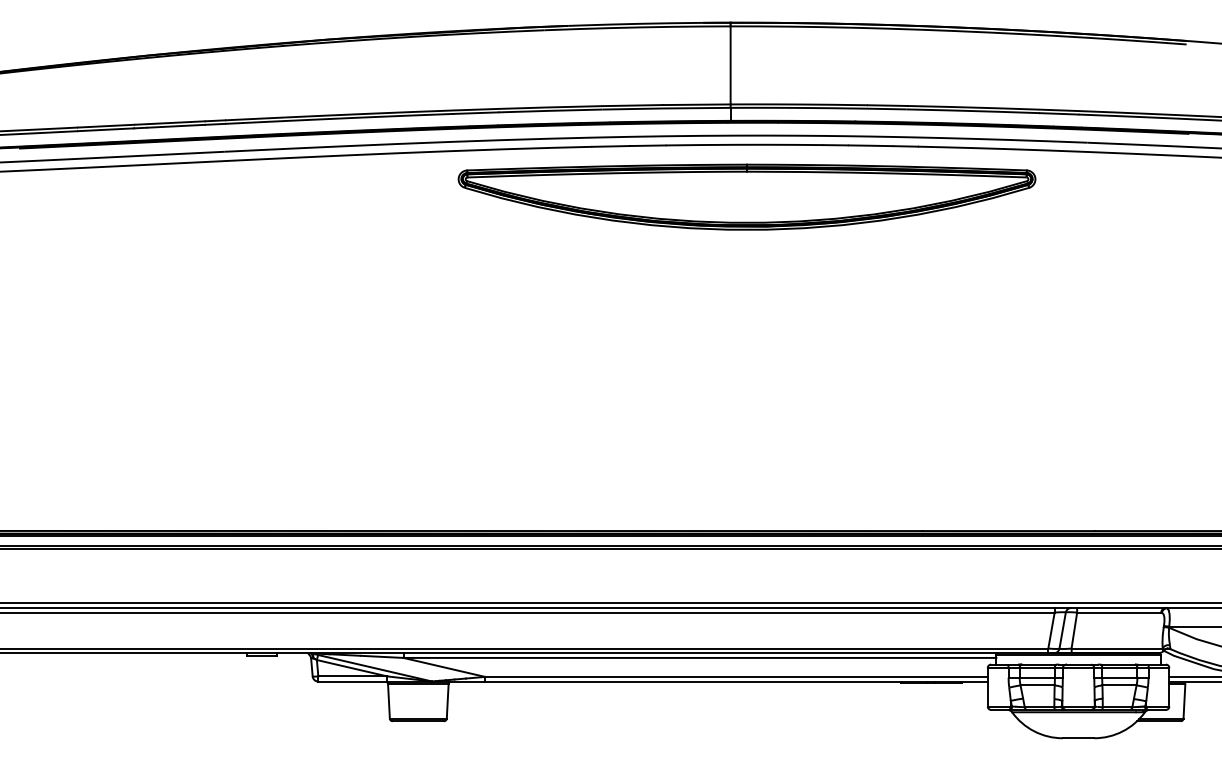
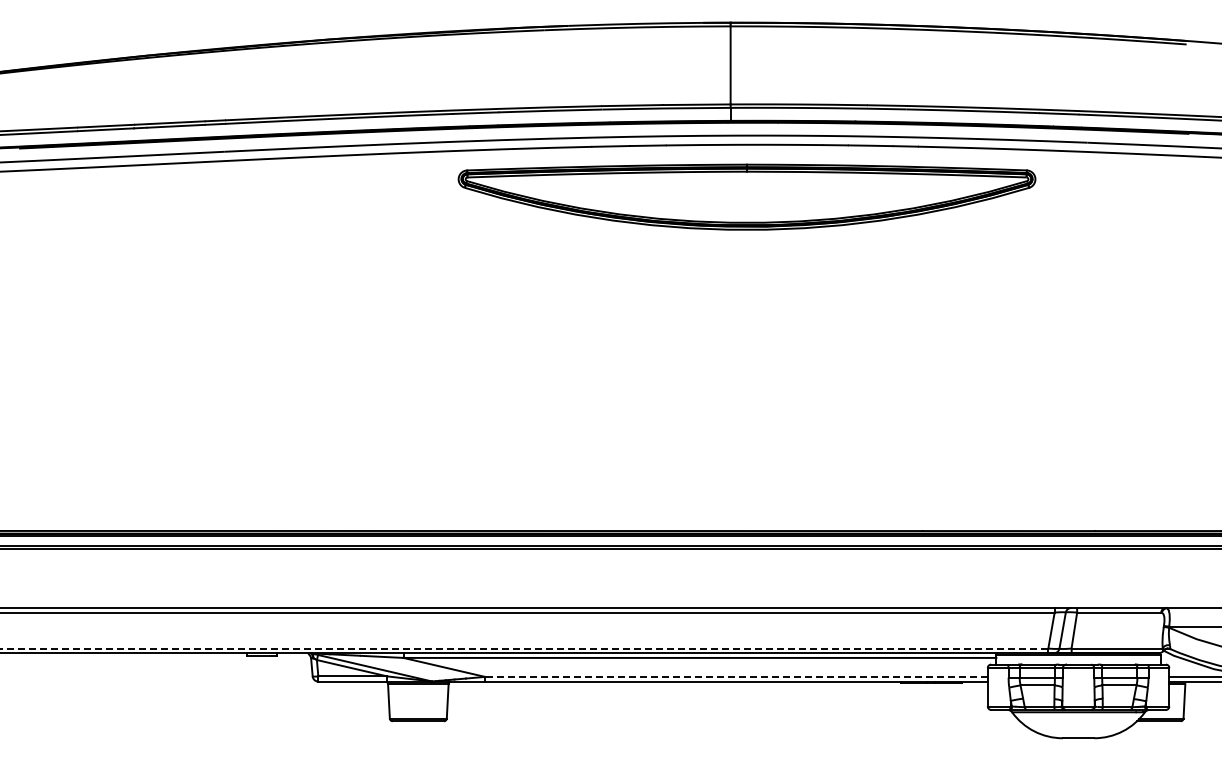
line at (610, 602): present -> none
line at (524, 648): solid -> dashed
line at (735, 676): solid -> dashed
